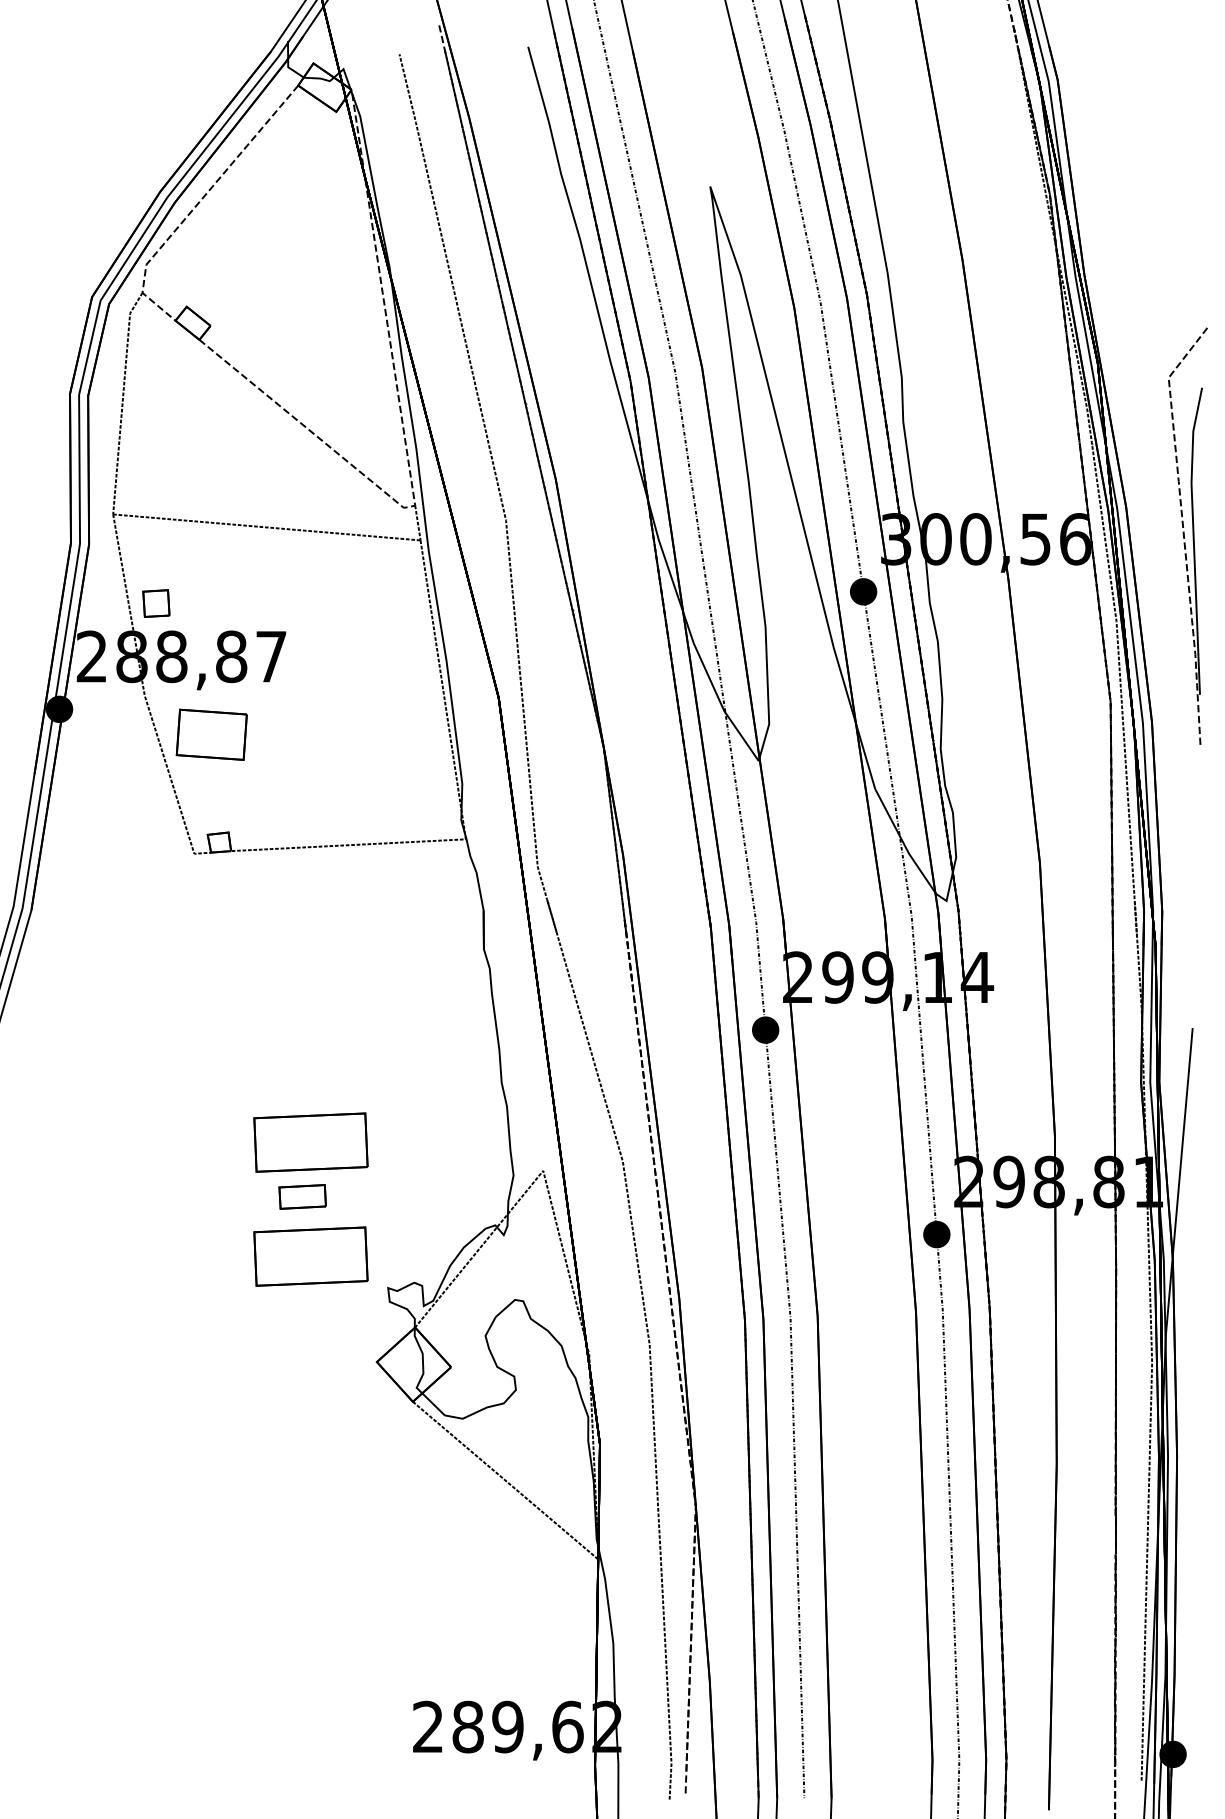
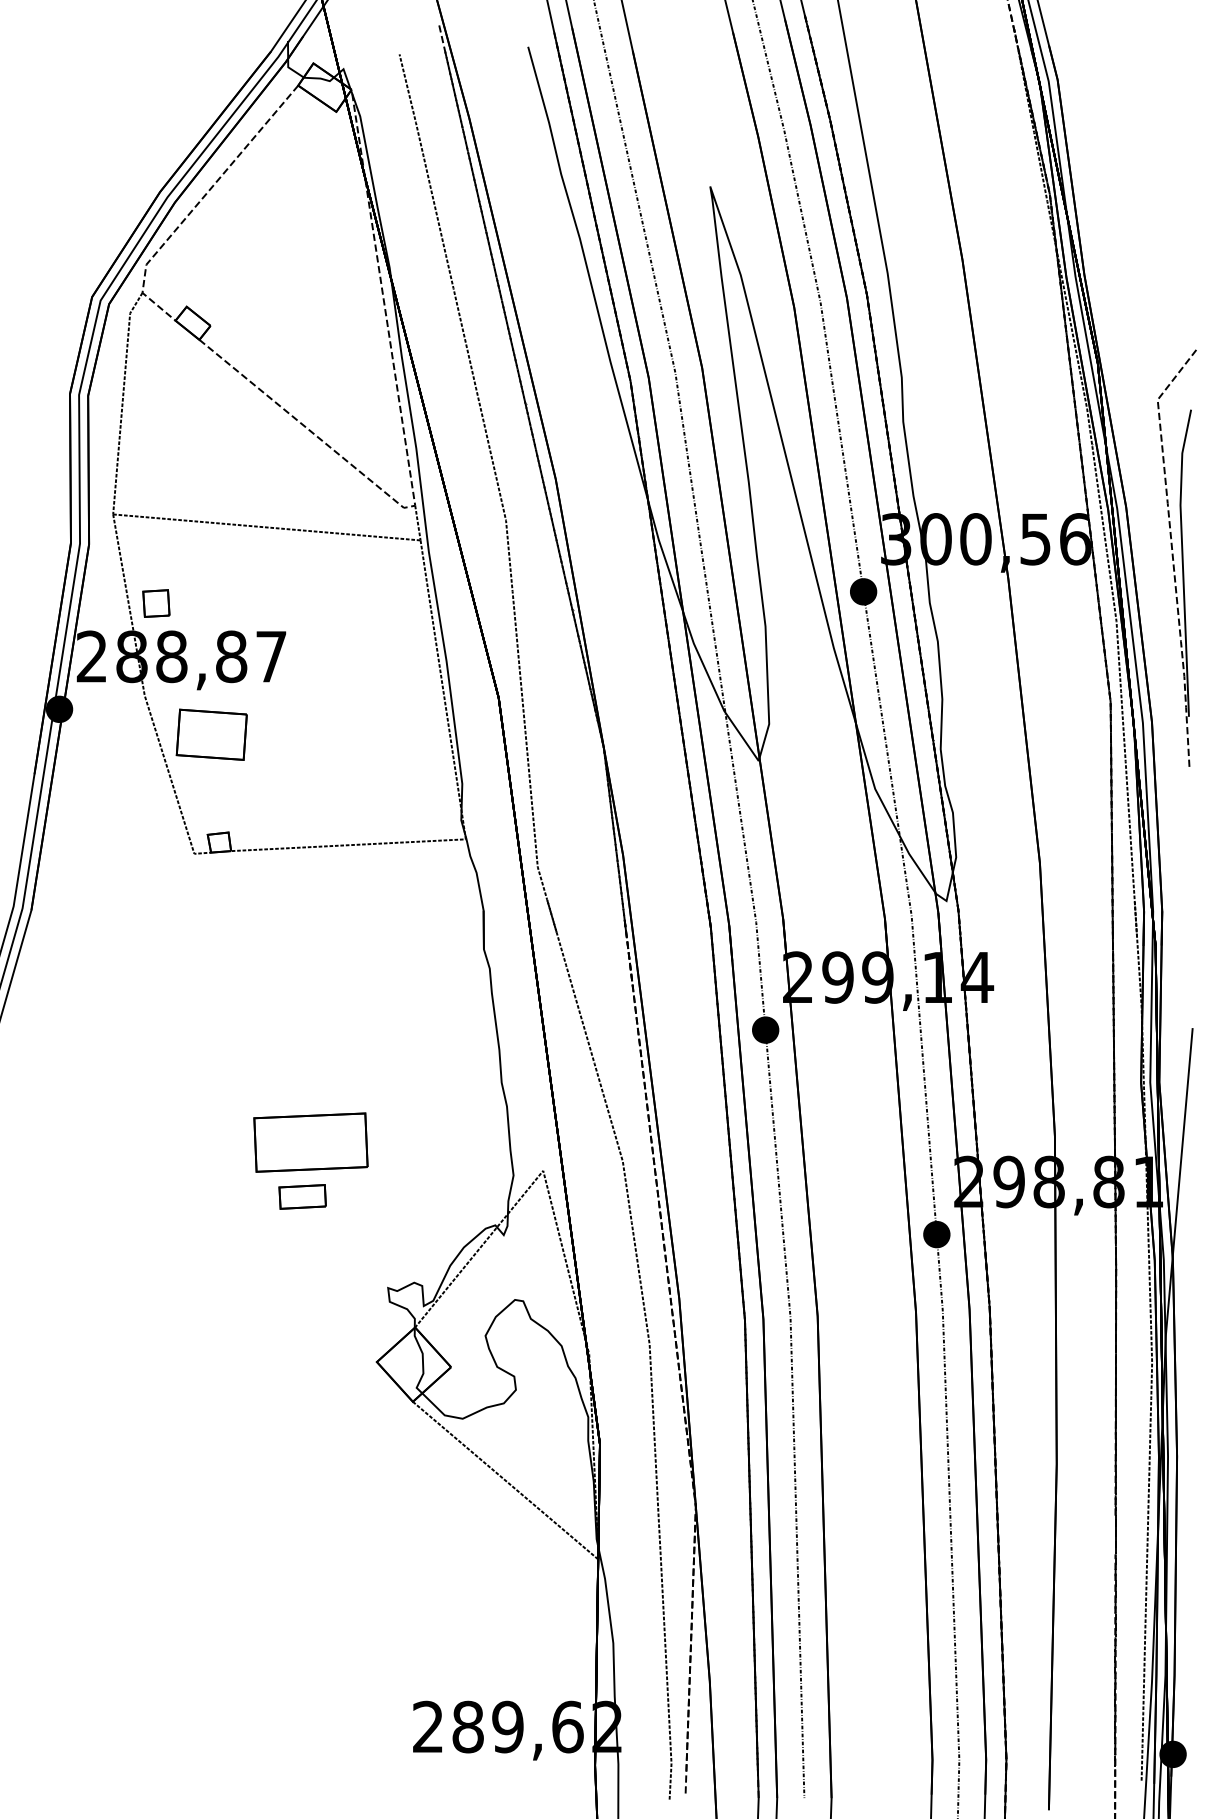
part at (1187, 535) position: (1187, 535) -> (1176, 557)
part at (310, 1256): present -> none
